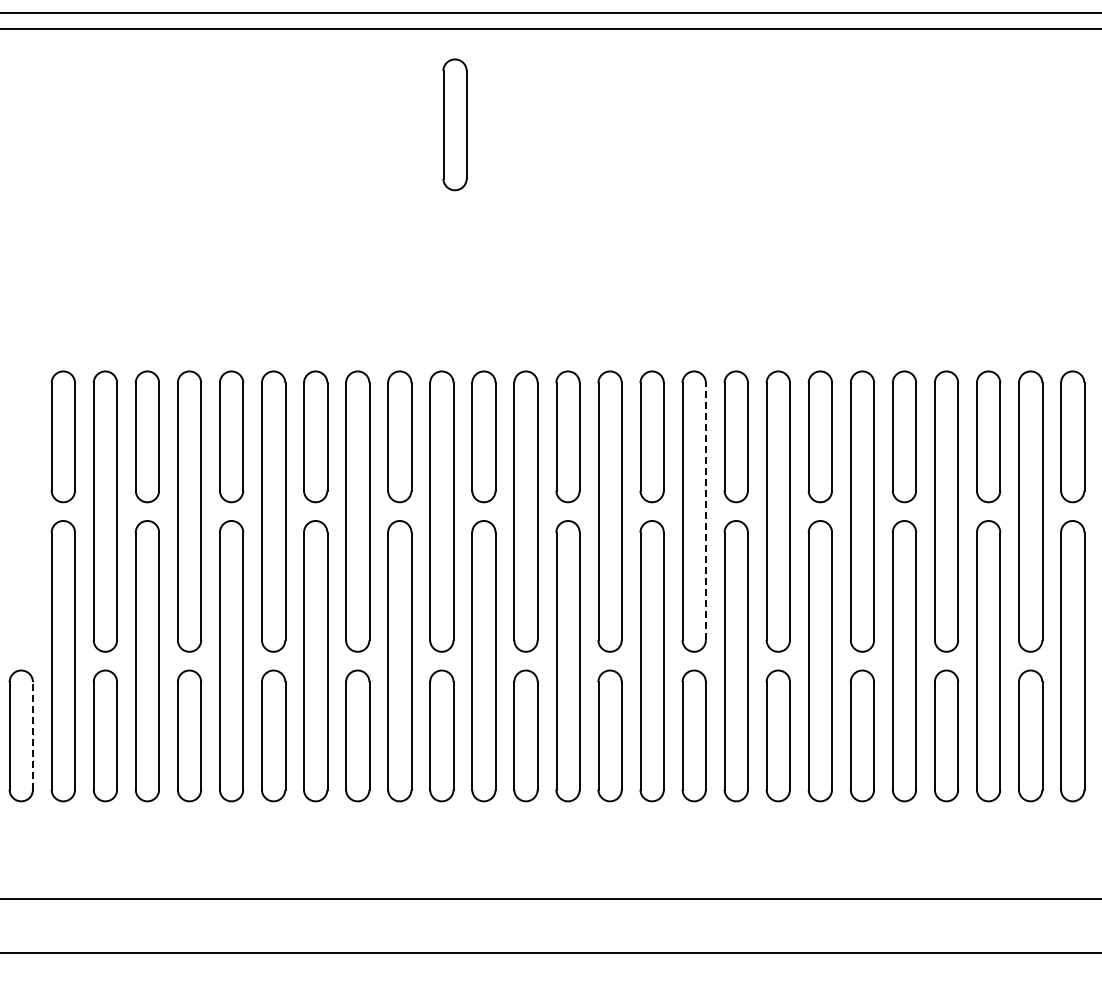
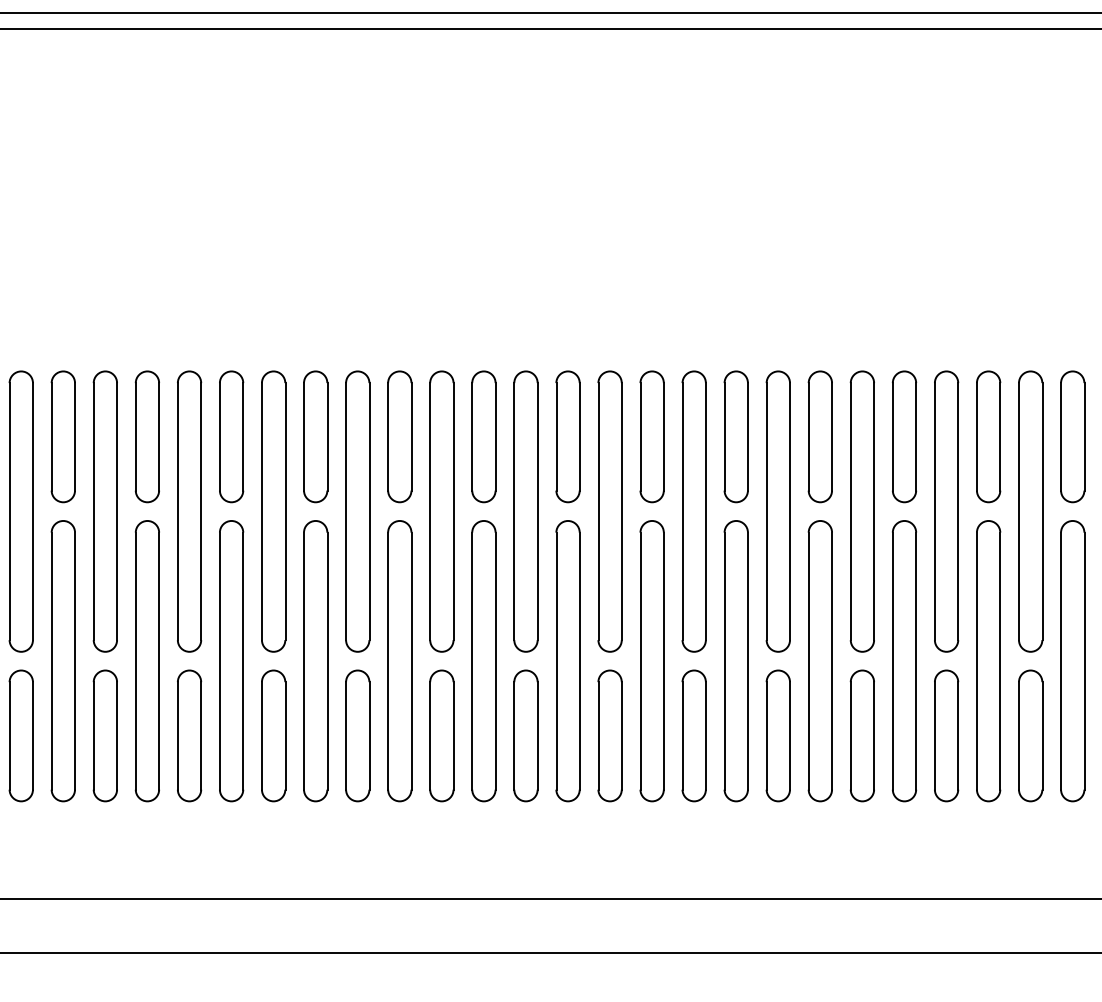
part at (454, 124): present -> none
part at (20, 511): none -> present
line at (706, 511): dashed -> solid
line at (33, 735): dashed -> solid
